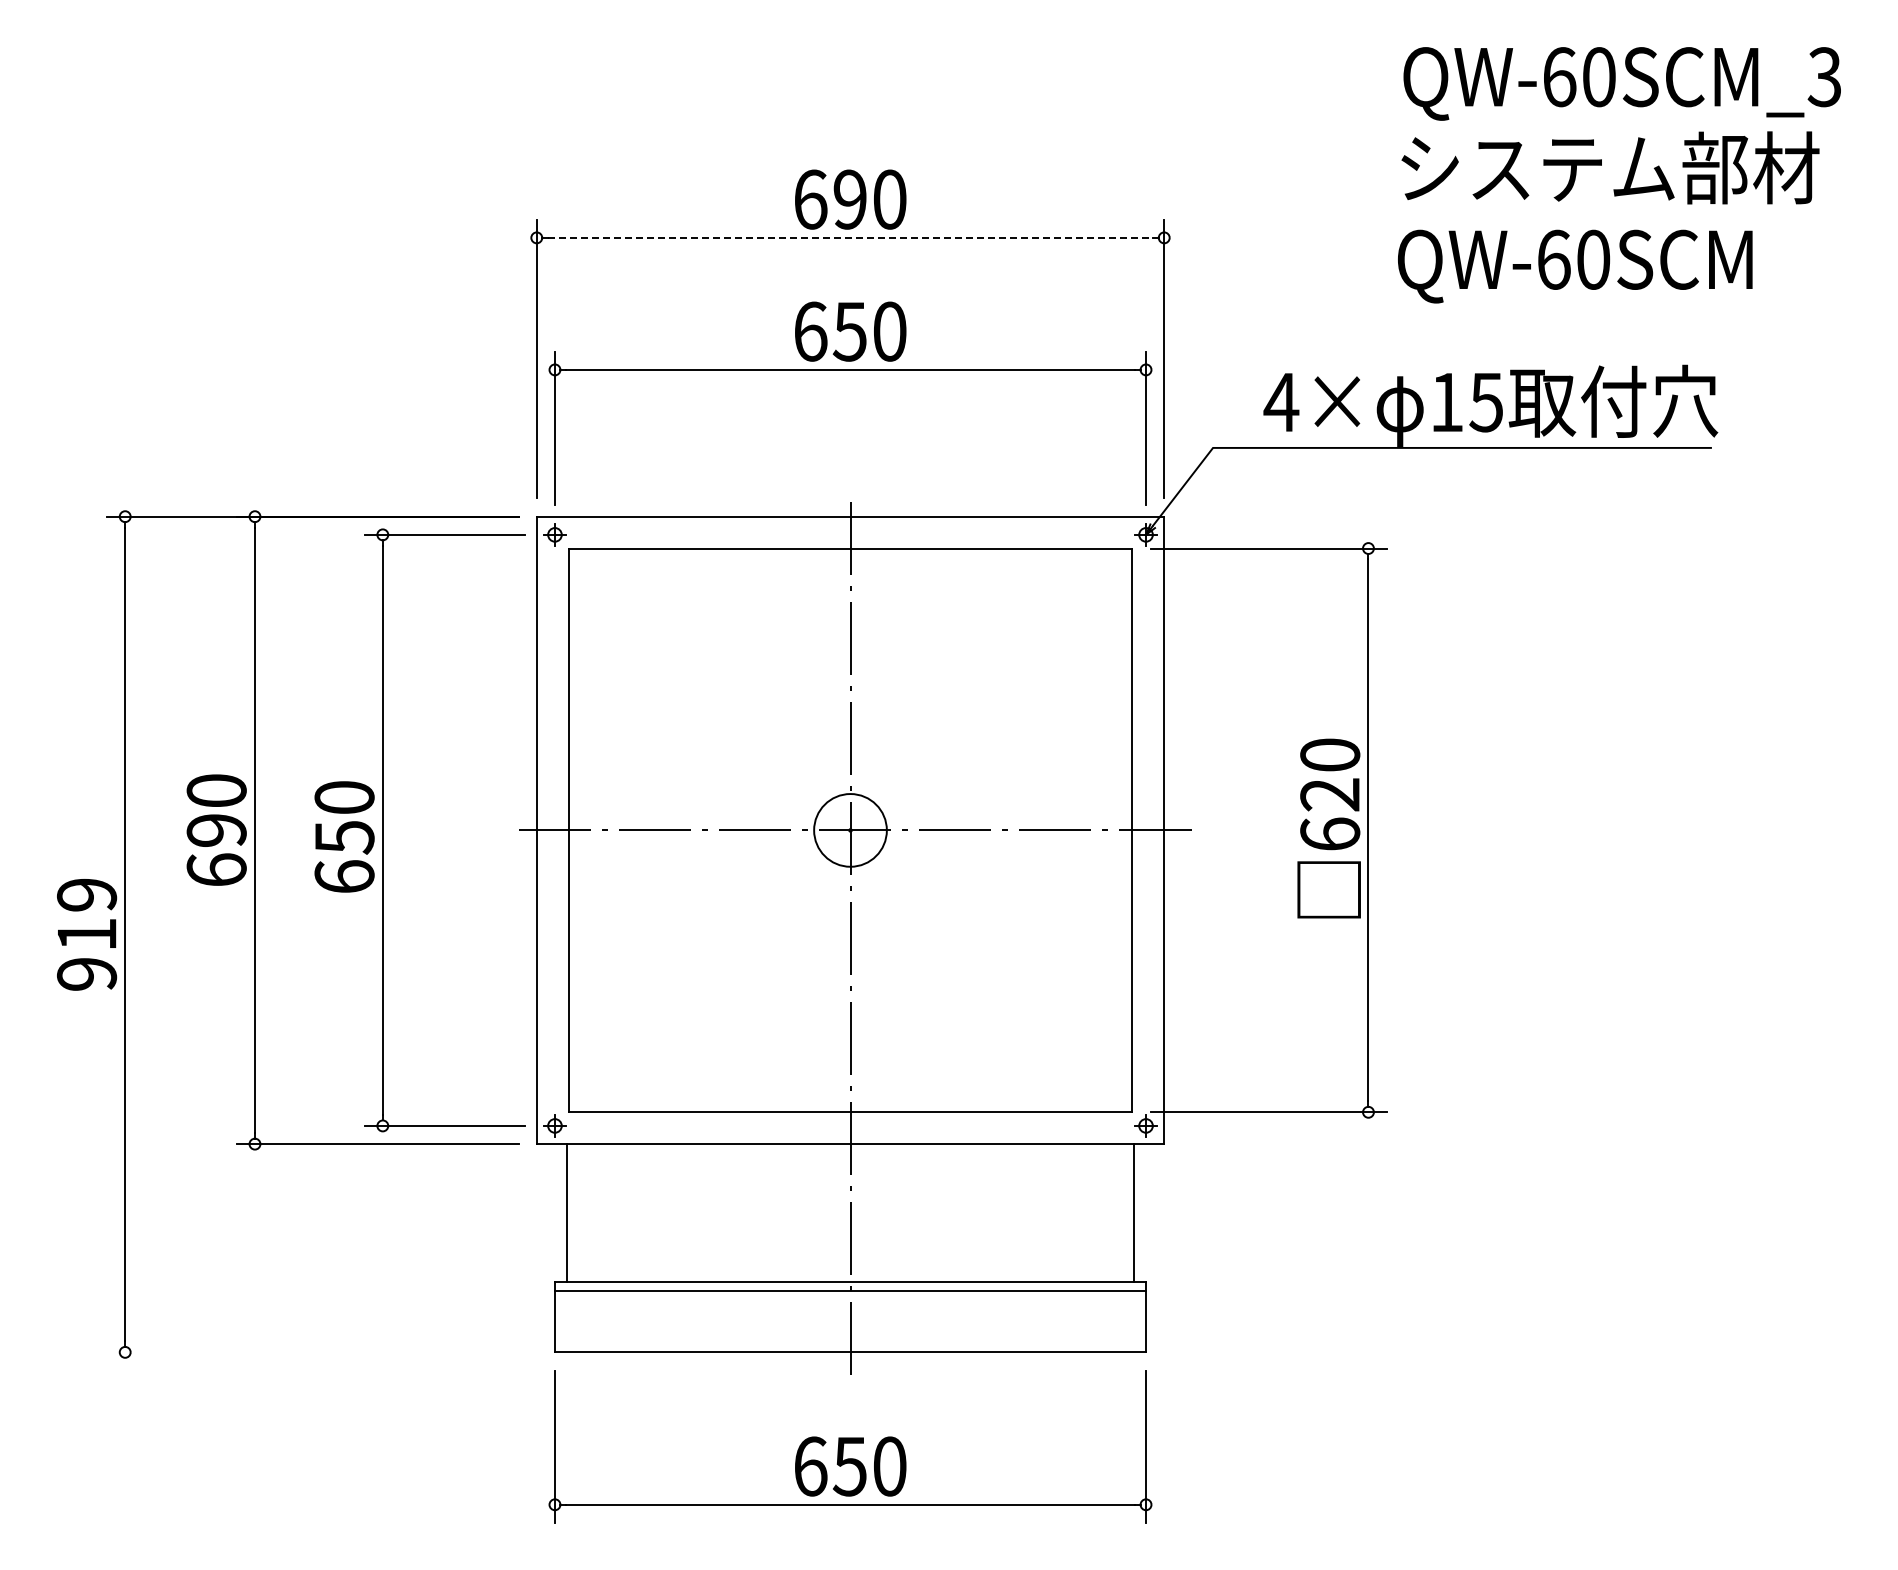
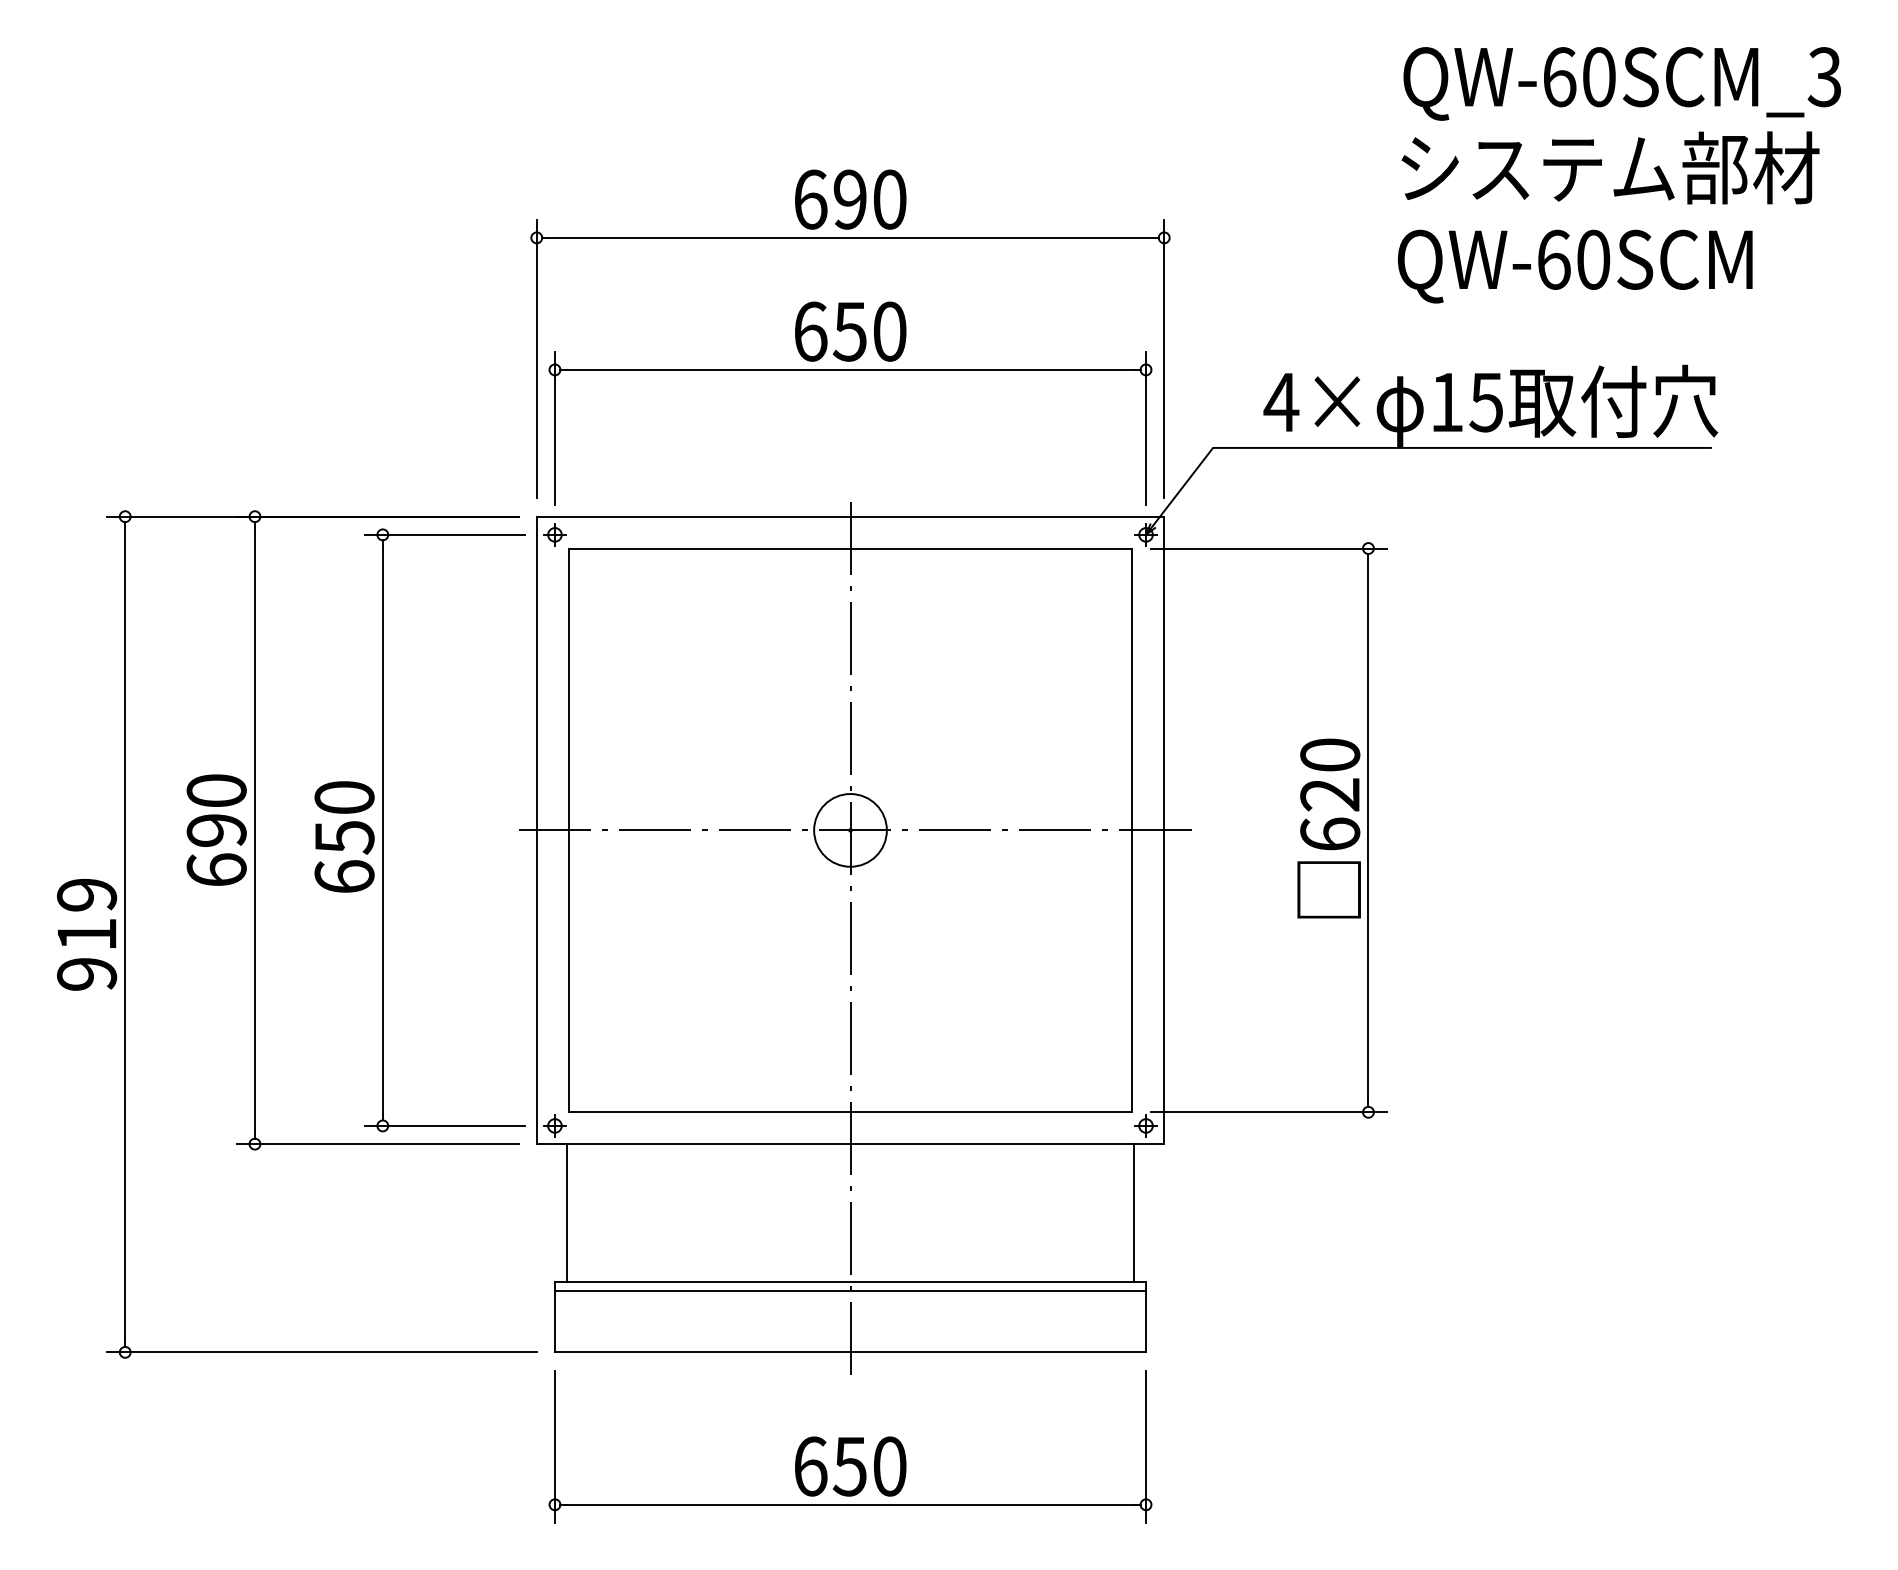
line at (850, 237): dashed -> solid
line at (321, 1352): none -> present
